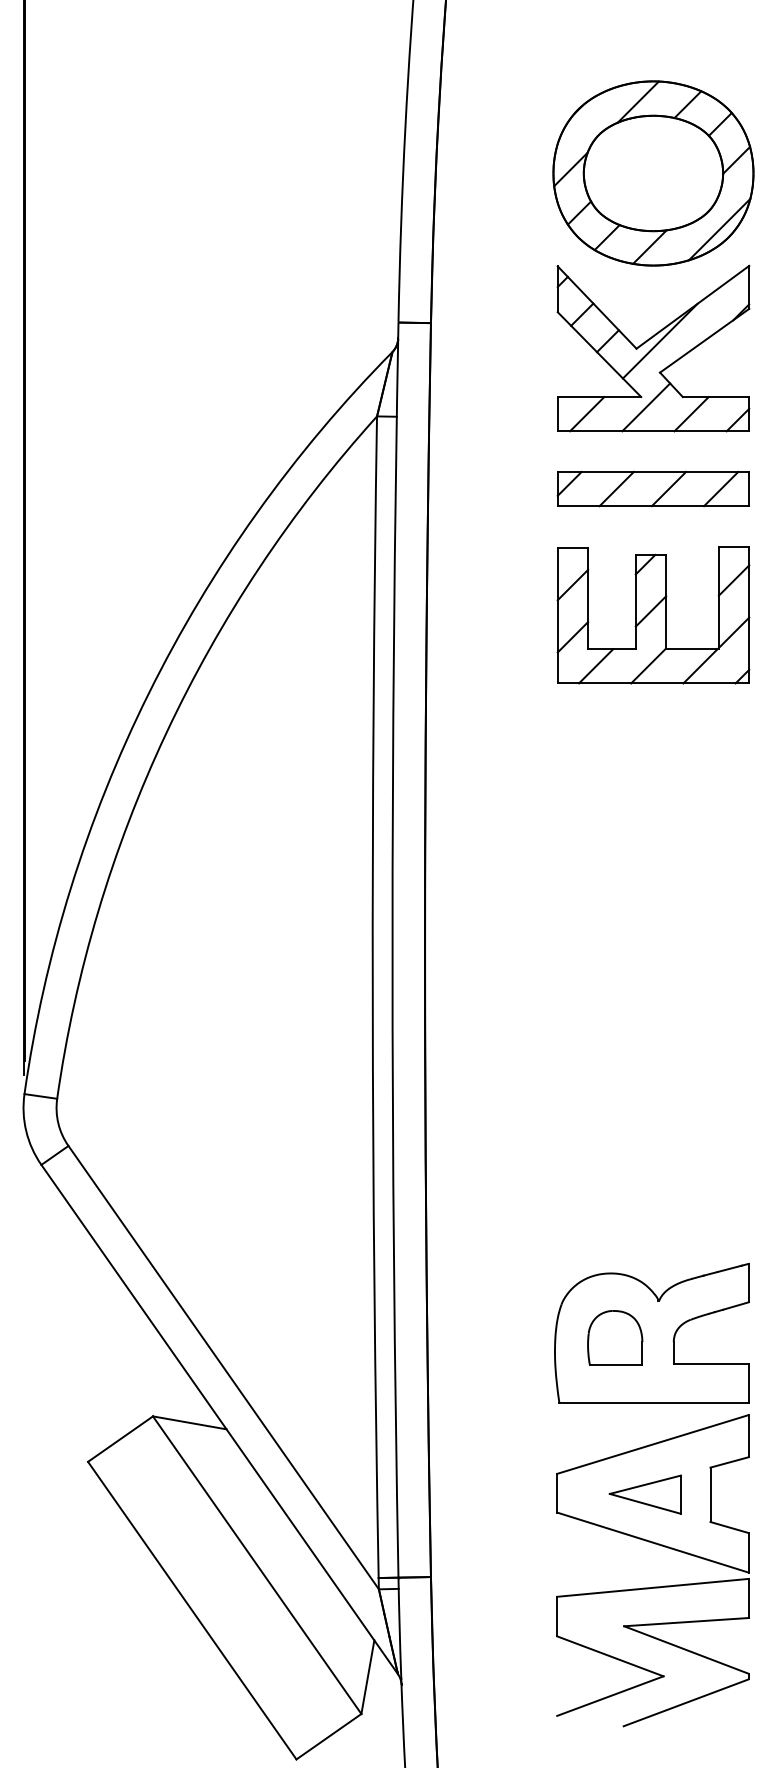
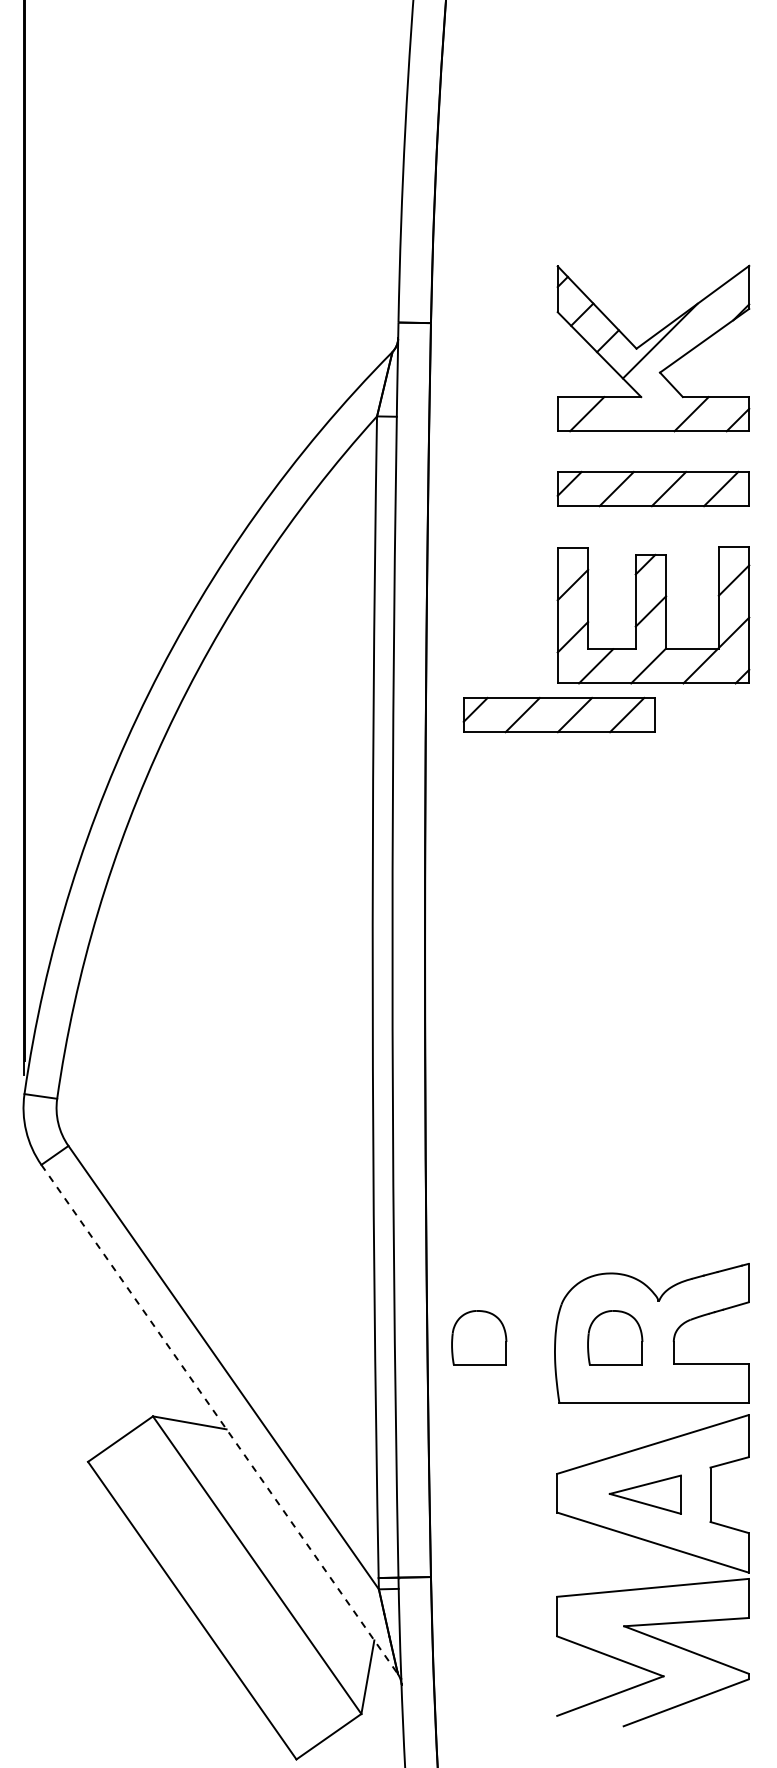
part at (653, 173): present -> none
line at (646, 407): present -> none
part at (558, 714): none -> present
part at (479, 1337): none -> present
line at (219, 1419): solid -> dashed
